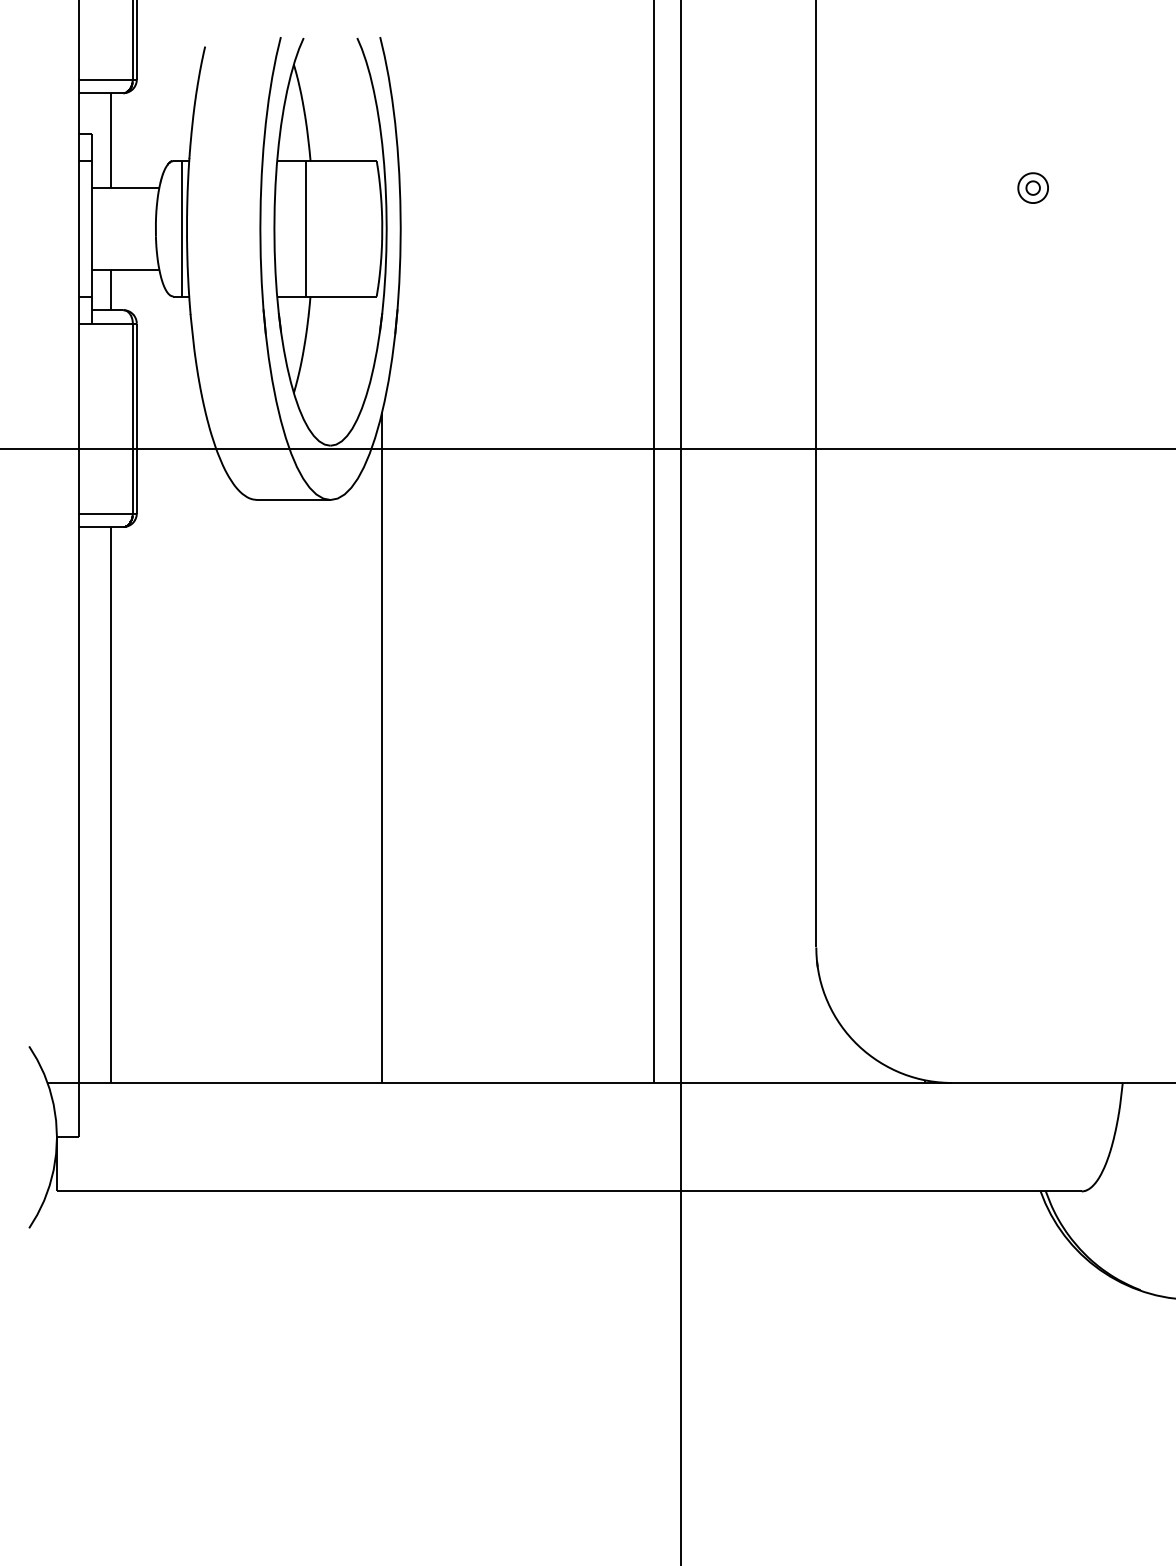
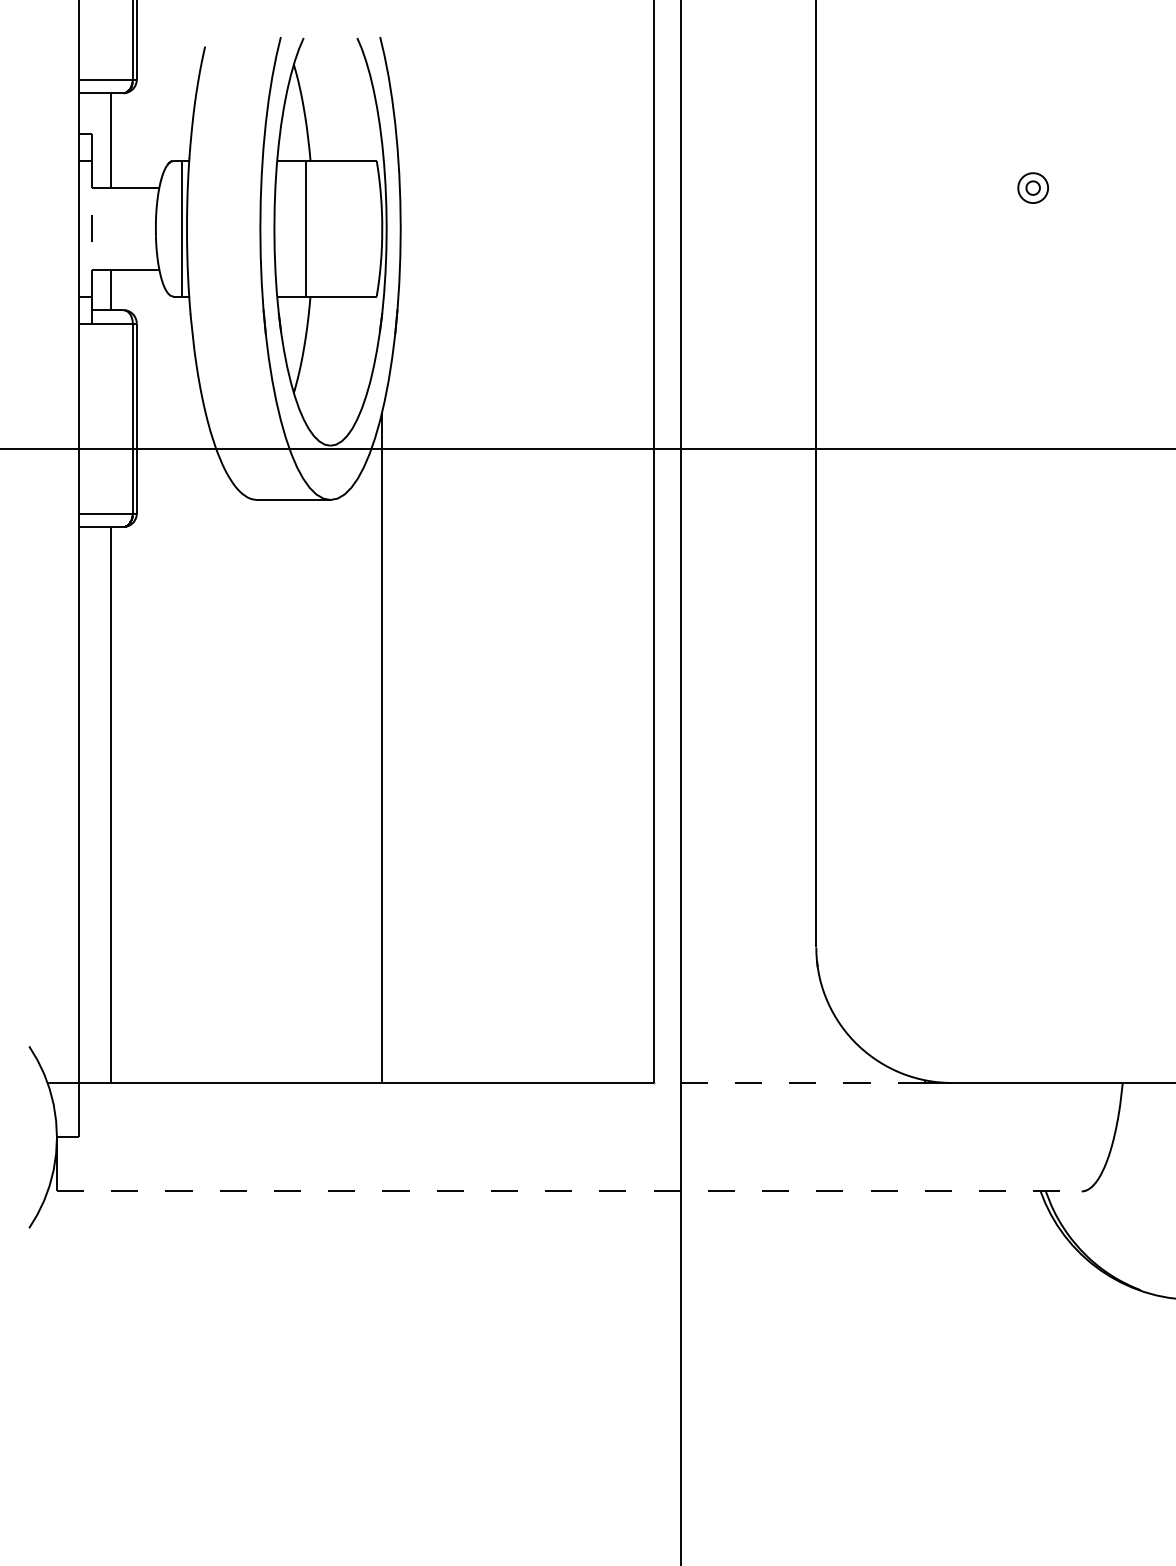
line at (92, 228): solid -> dashed
line at (789, 1083): solid -> dashed
line at (569, 1191): solid -> dashed
